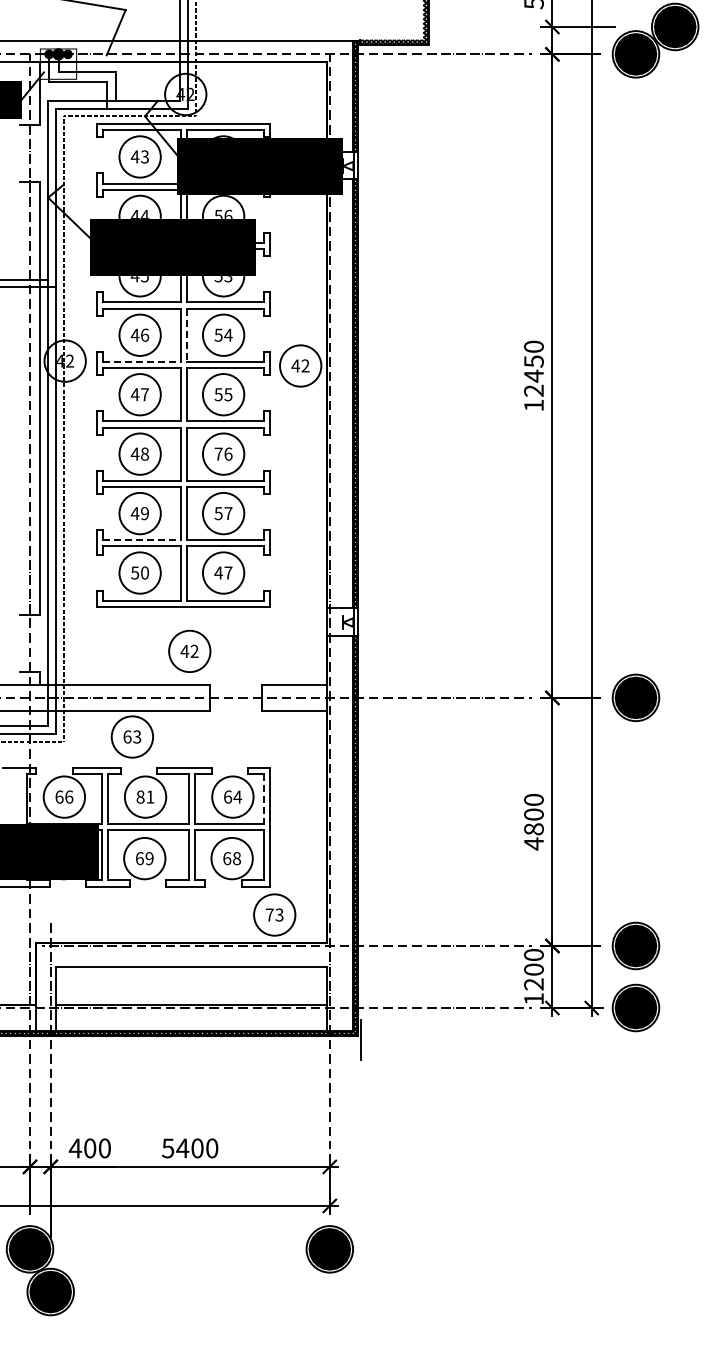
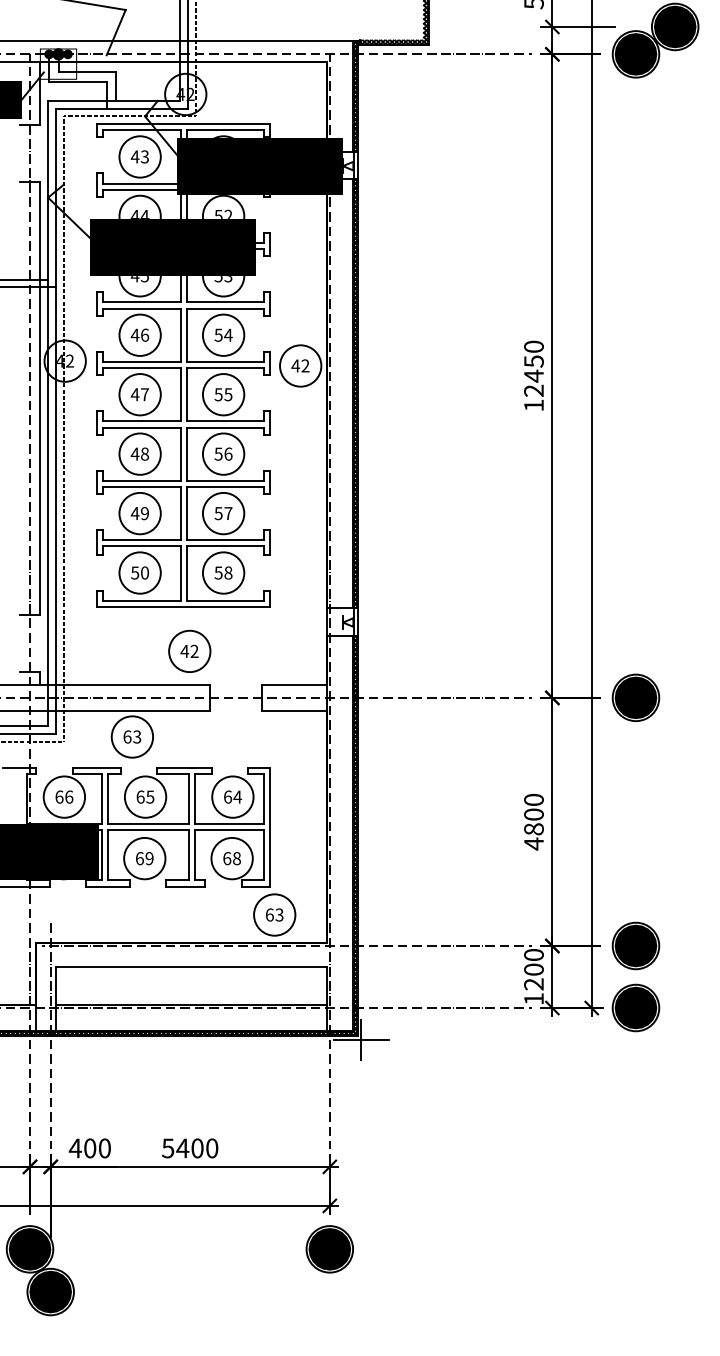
text at (228, 213): 56 -> 52
line at (186, 335): dashed -> solid
line at (142, 361): dashed -> solid
text at (218, 453): 76 -> 56
line at (142, 540): dashed -> solid
text at (223, 572): 47 -> 58
text at (145, 796): 81 -> 65
line at (264, 799): dashed -> solid
text at (269, 914): 73 -> 63
line at (361, 1039): none -> present
